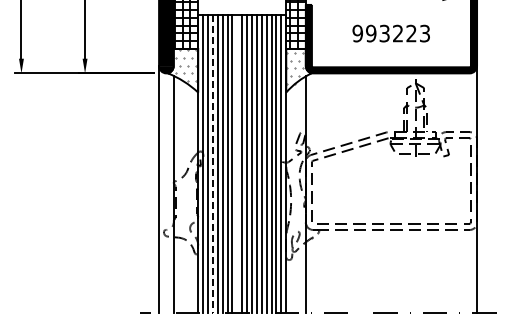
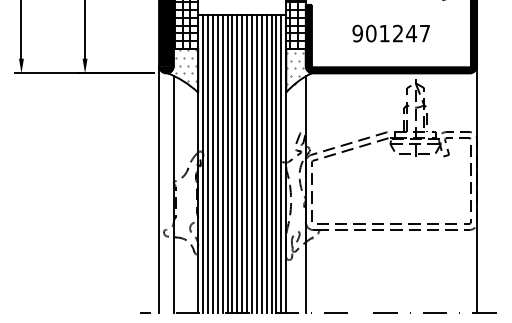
text at (397, 33): 993223 -> 901247
line at (237, 163): none -> present
line at (212, 164): dashed -> solid
